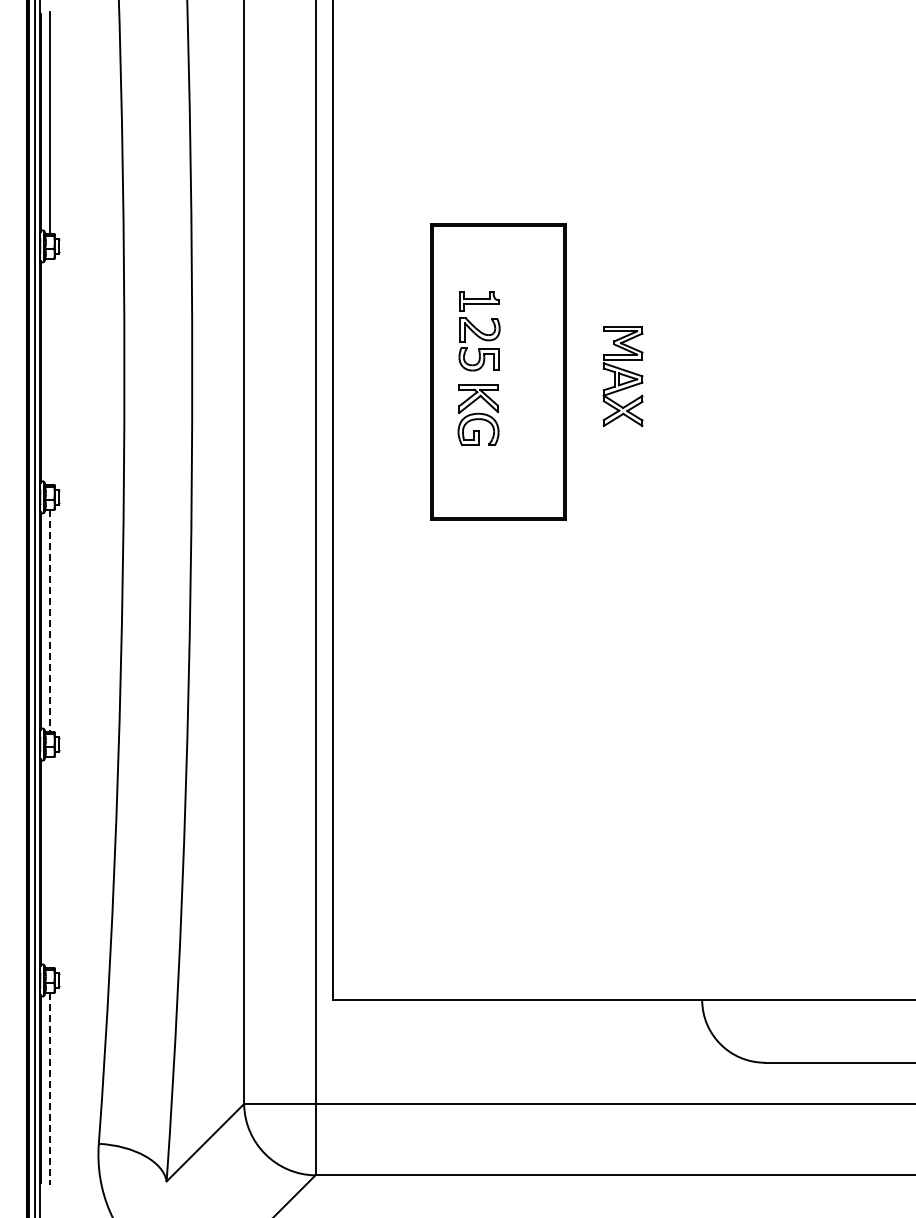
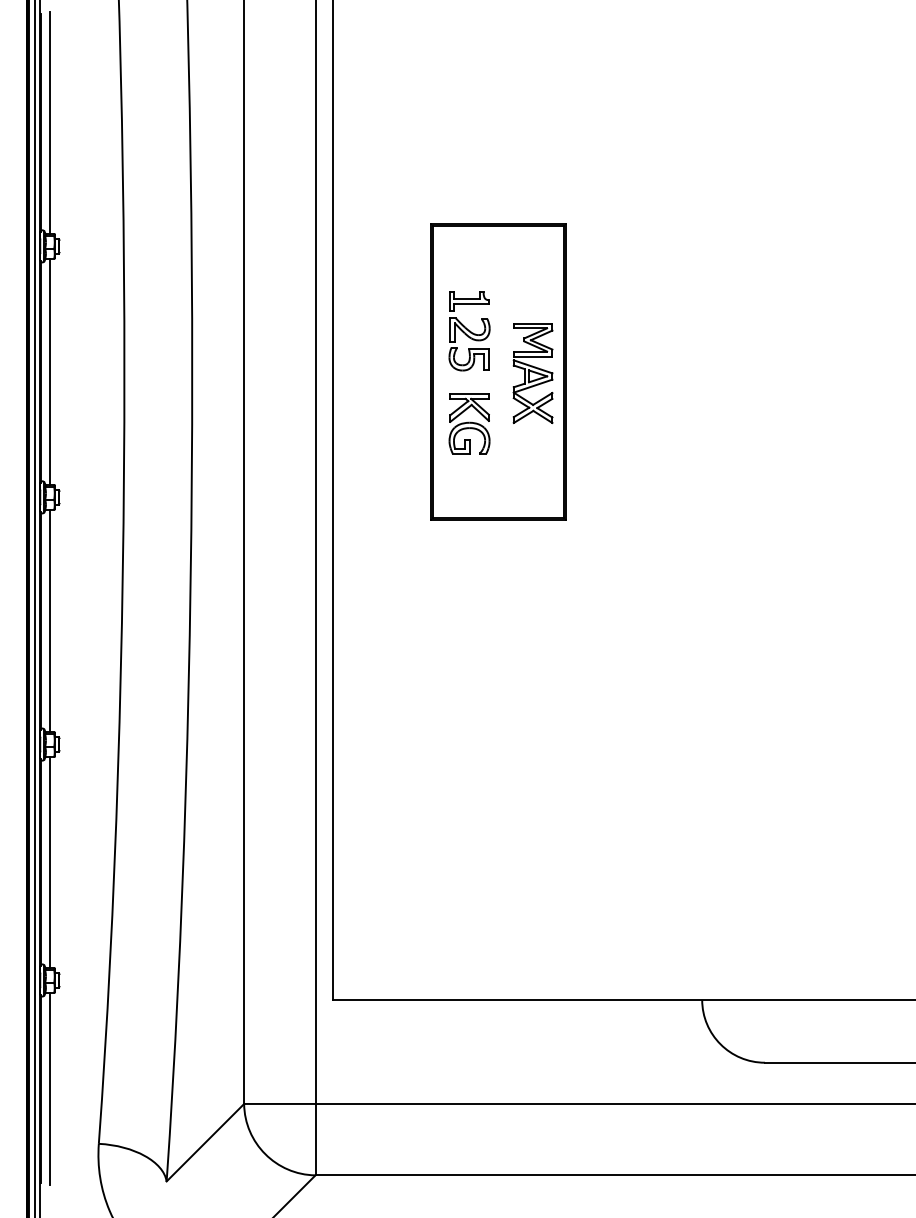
part at (479, 331) position: (479, 331) -> (469, 331)
line at (49, 371): none -> present
part at (622, 376) position: (622, 376) -> (532, 373)
part at (478, 414) position: (478, 414) -> (469, 423)
line at (49, 620): dashed -> solid
line at (49, 862): none -> present
line at (49, 1089): dashed -> solid
